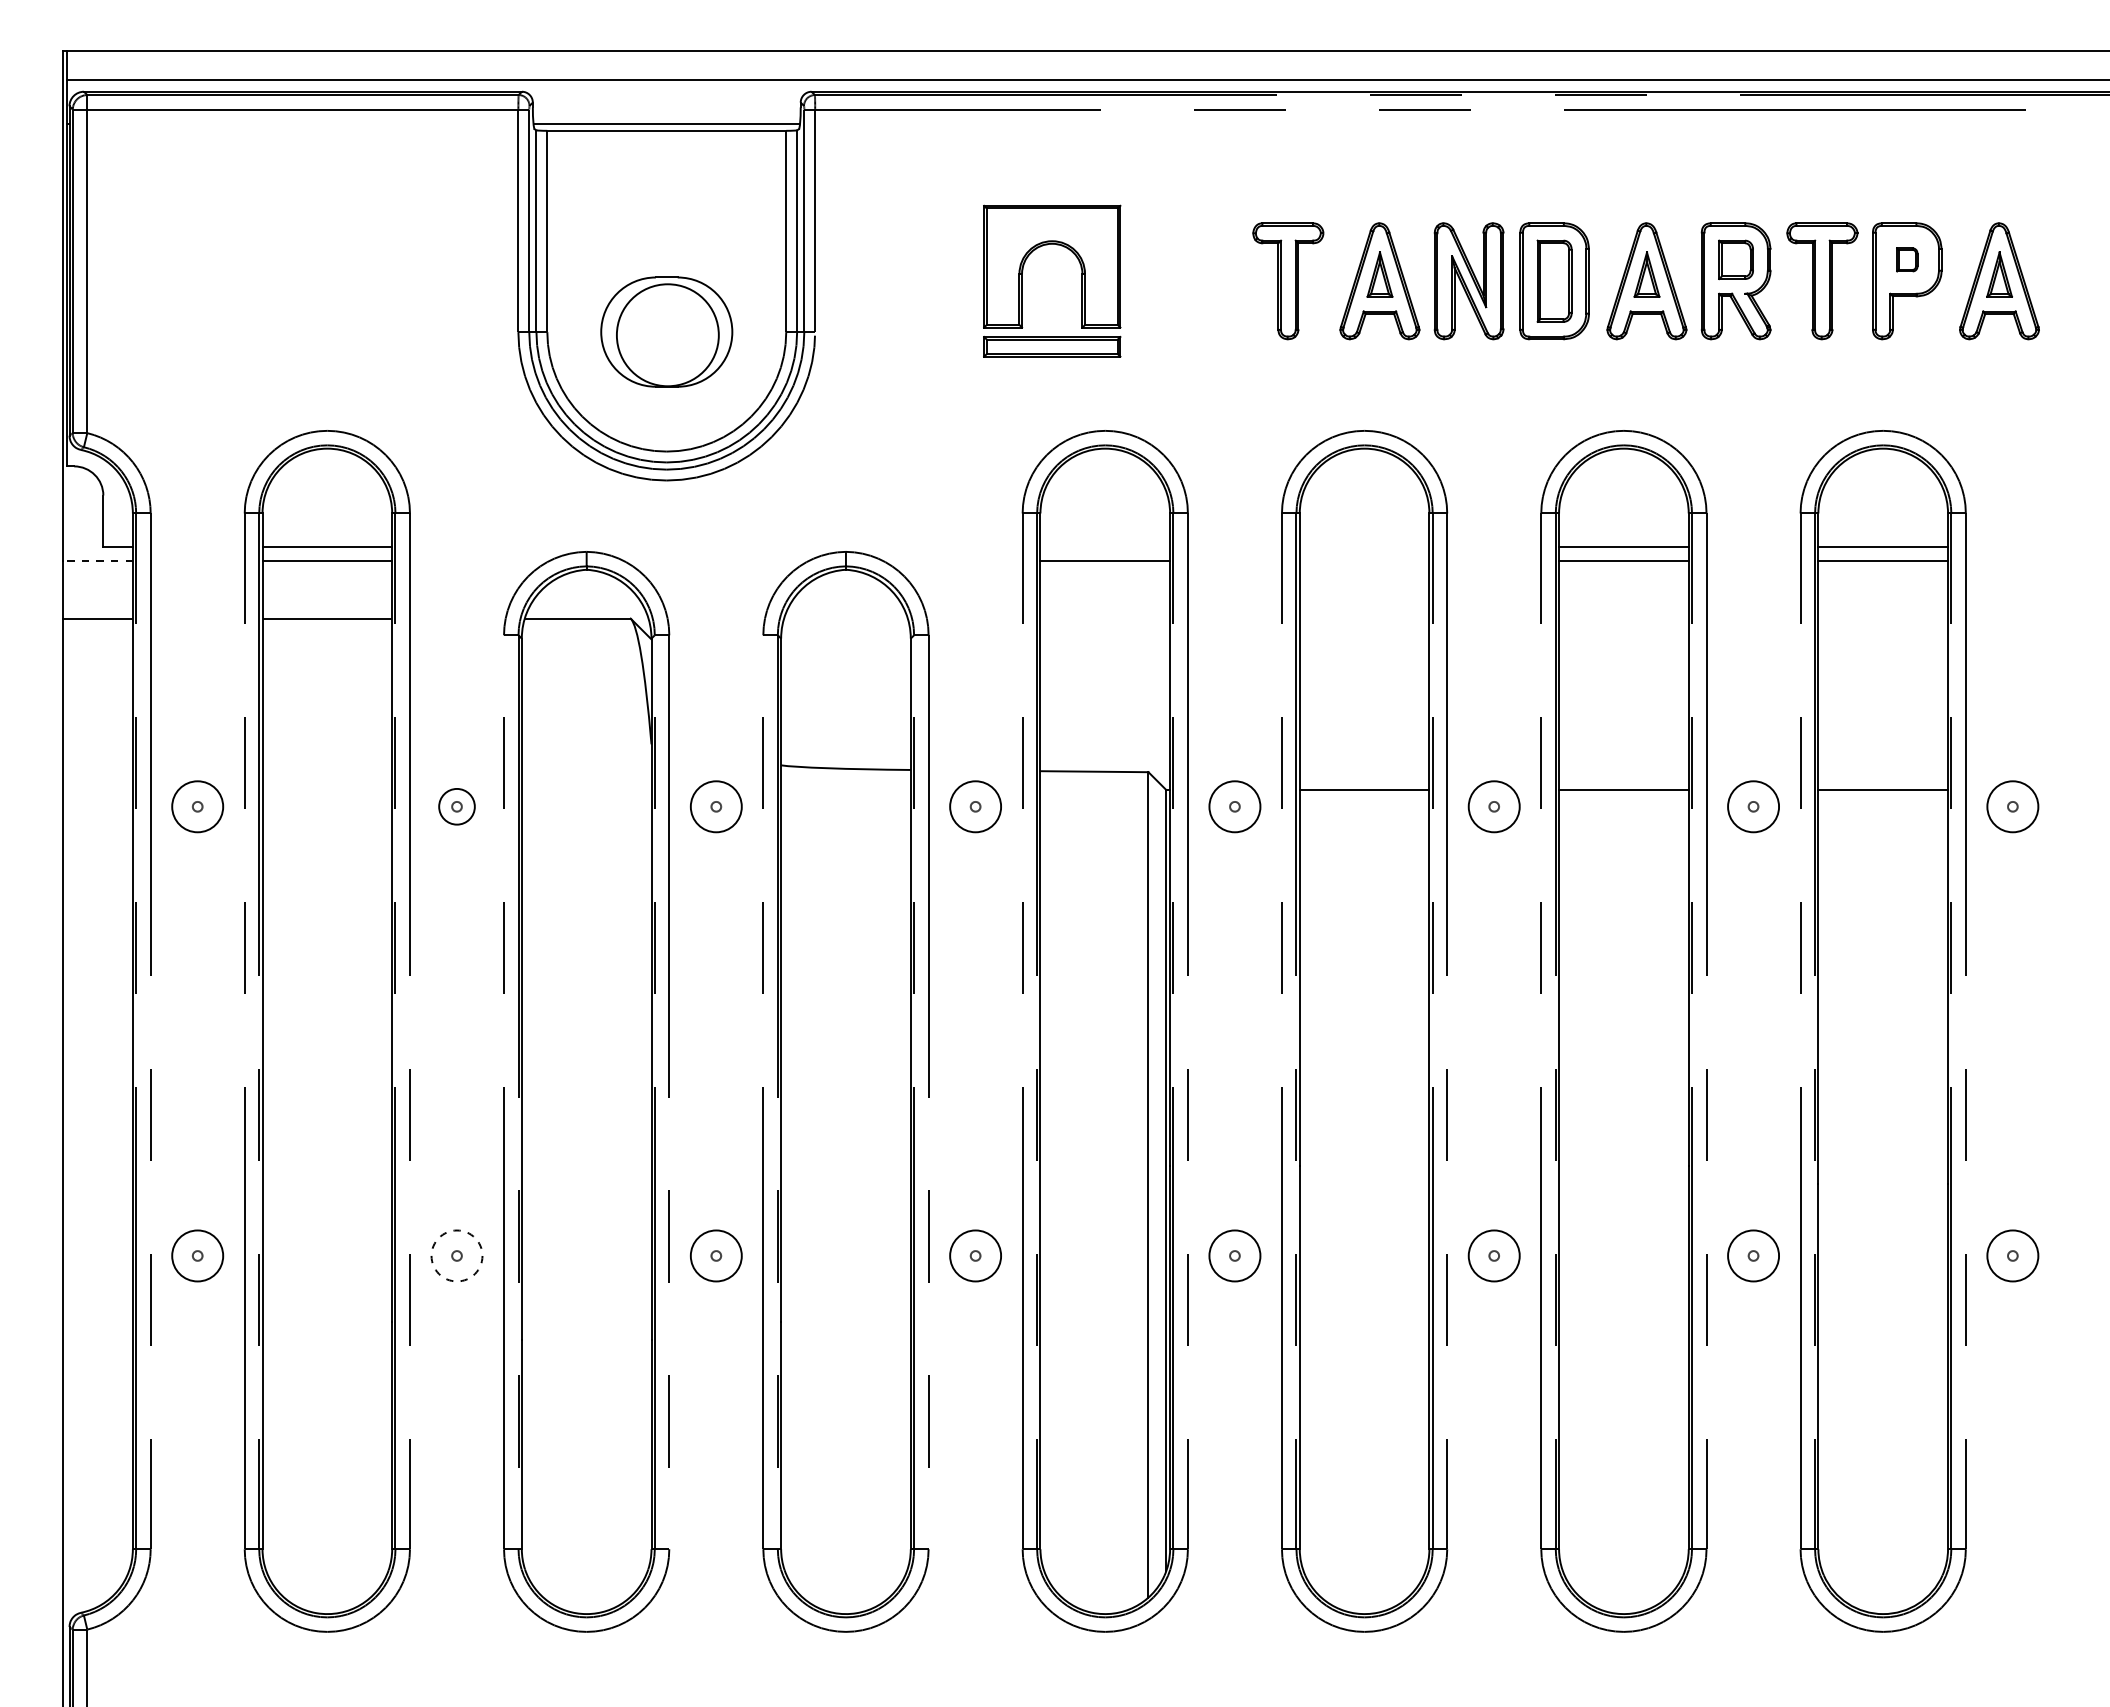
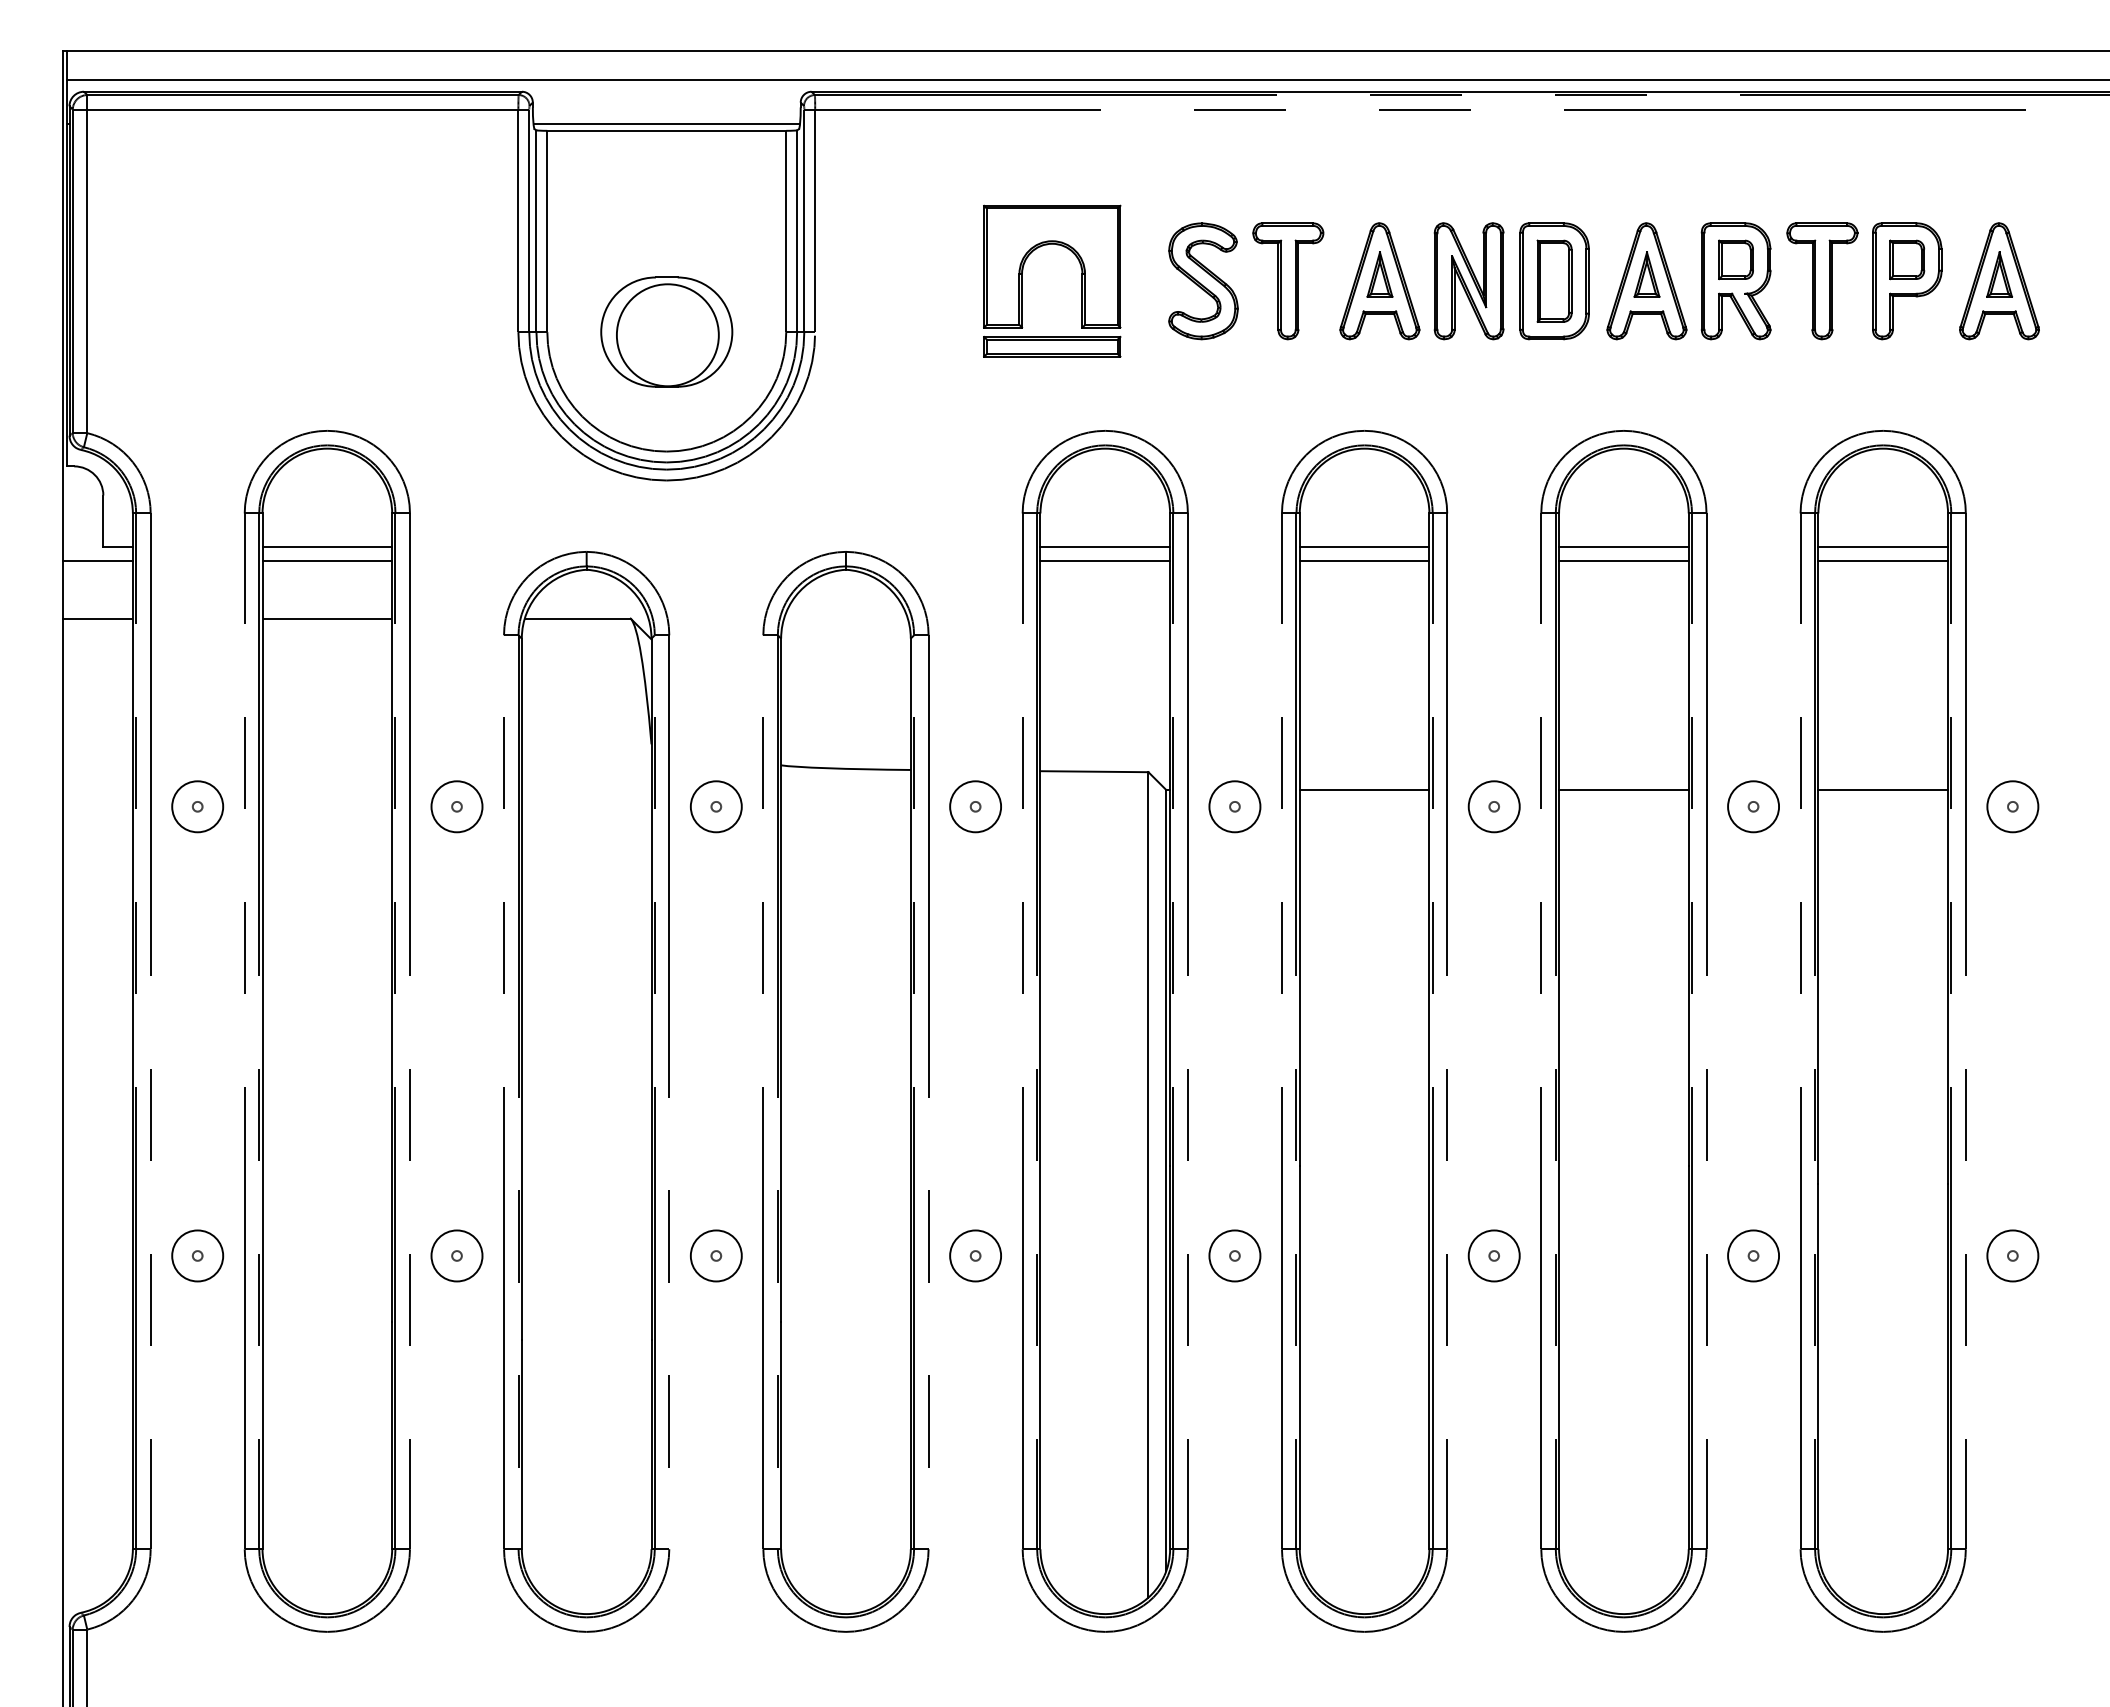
part at (1907, 259) size: 23x26 px -> 37x42 px
part at (1203, 281): none -> present
line at (1105, 546): none -> present
line at (1364, 546): none -> present
line at (98, 561): dashed -> solid
line at (1364, 561): none -> present
circle at (456, 806) diameter: 36 px -> 51 px
circle at (456, 1255): dashed -> solid
